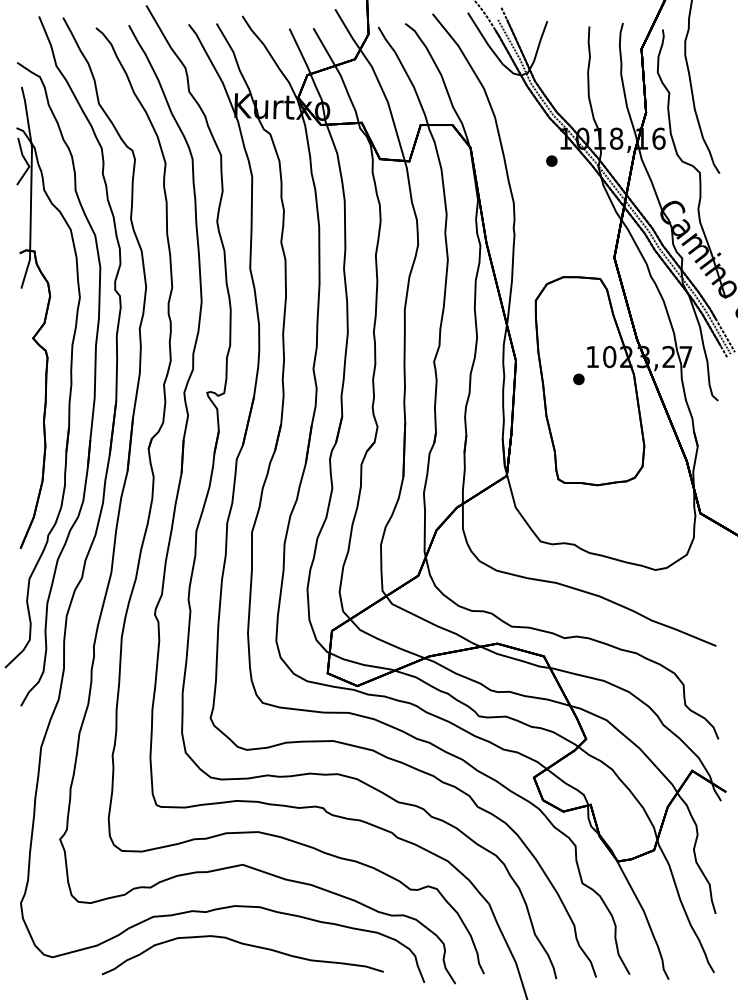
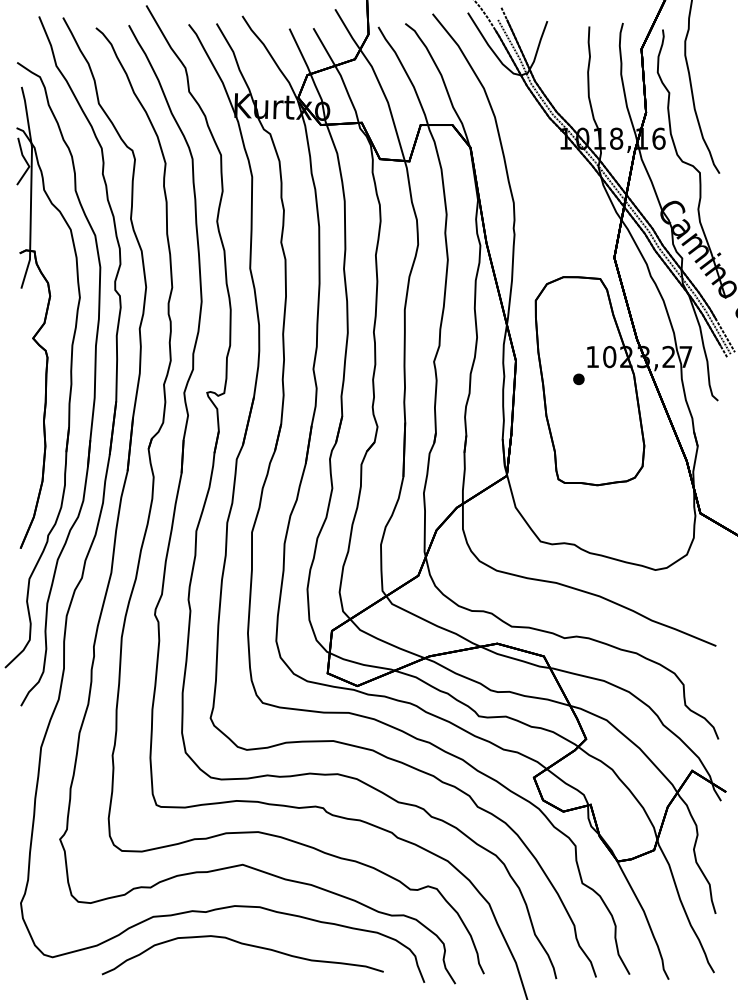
part at (551, 160): present -> none
